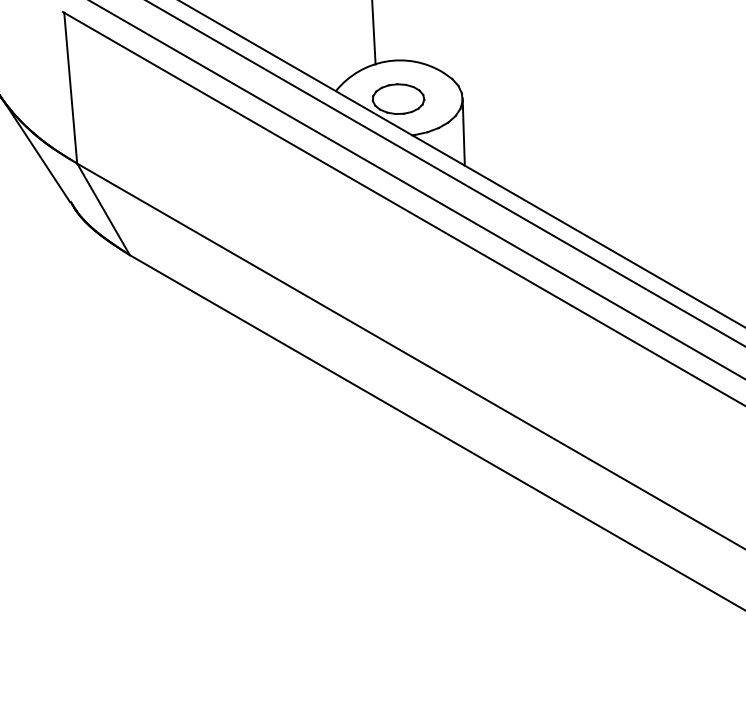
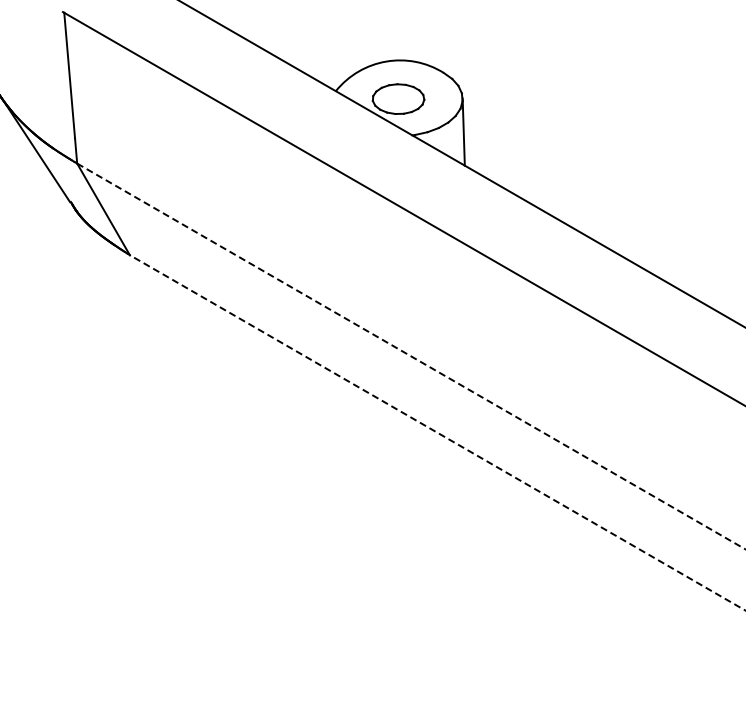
line at (373, 33): present -> none
line at (445, 173): present -> none
line at (416, 189): present -> none
line at (411, 356): solid -> dashed
line at (437, 432): solid -> dashed
